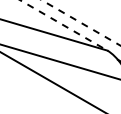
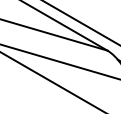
line at (81, 23): dashed -> solid
line at (64, 25): dashed -> solid
